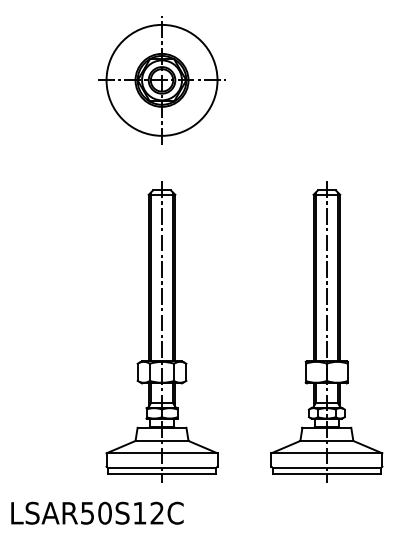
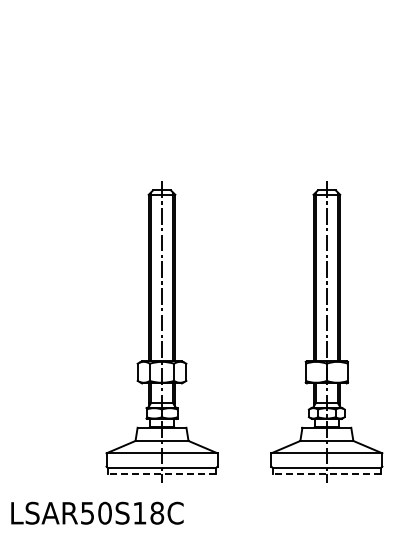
part at (161, 80): present -> none
line at (161, 474): solid -> dashed
line at (326, 474): solid -> dashed
text at (157, 512): LSAR50S12C -> LSAR50S18C
